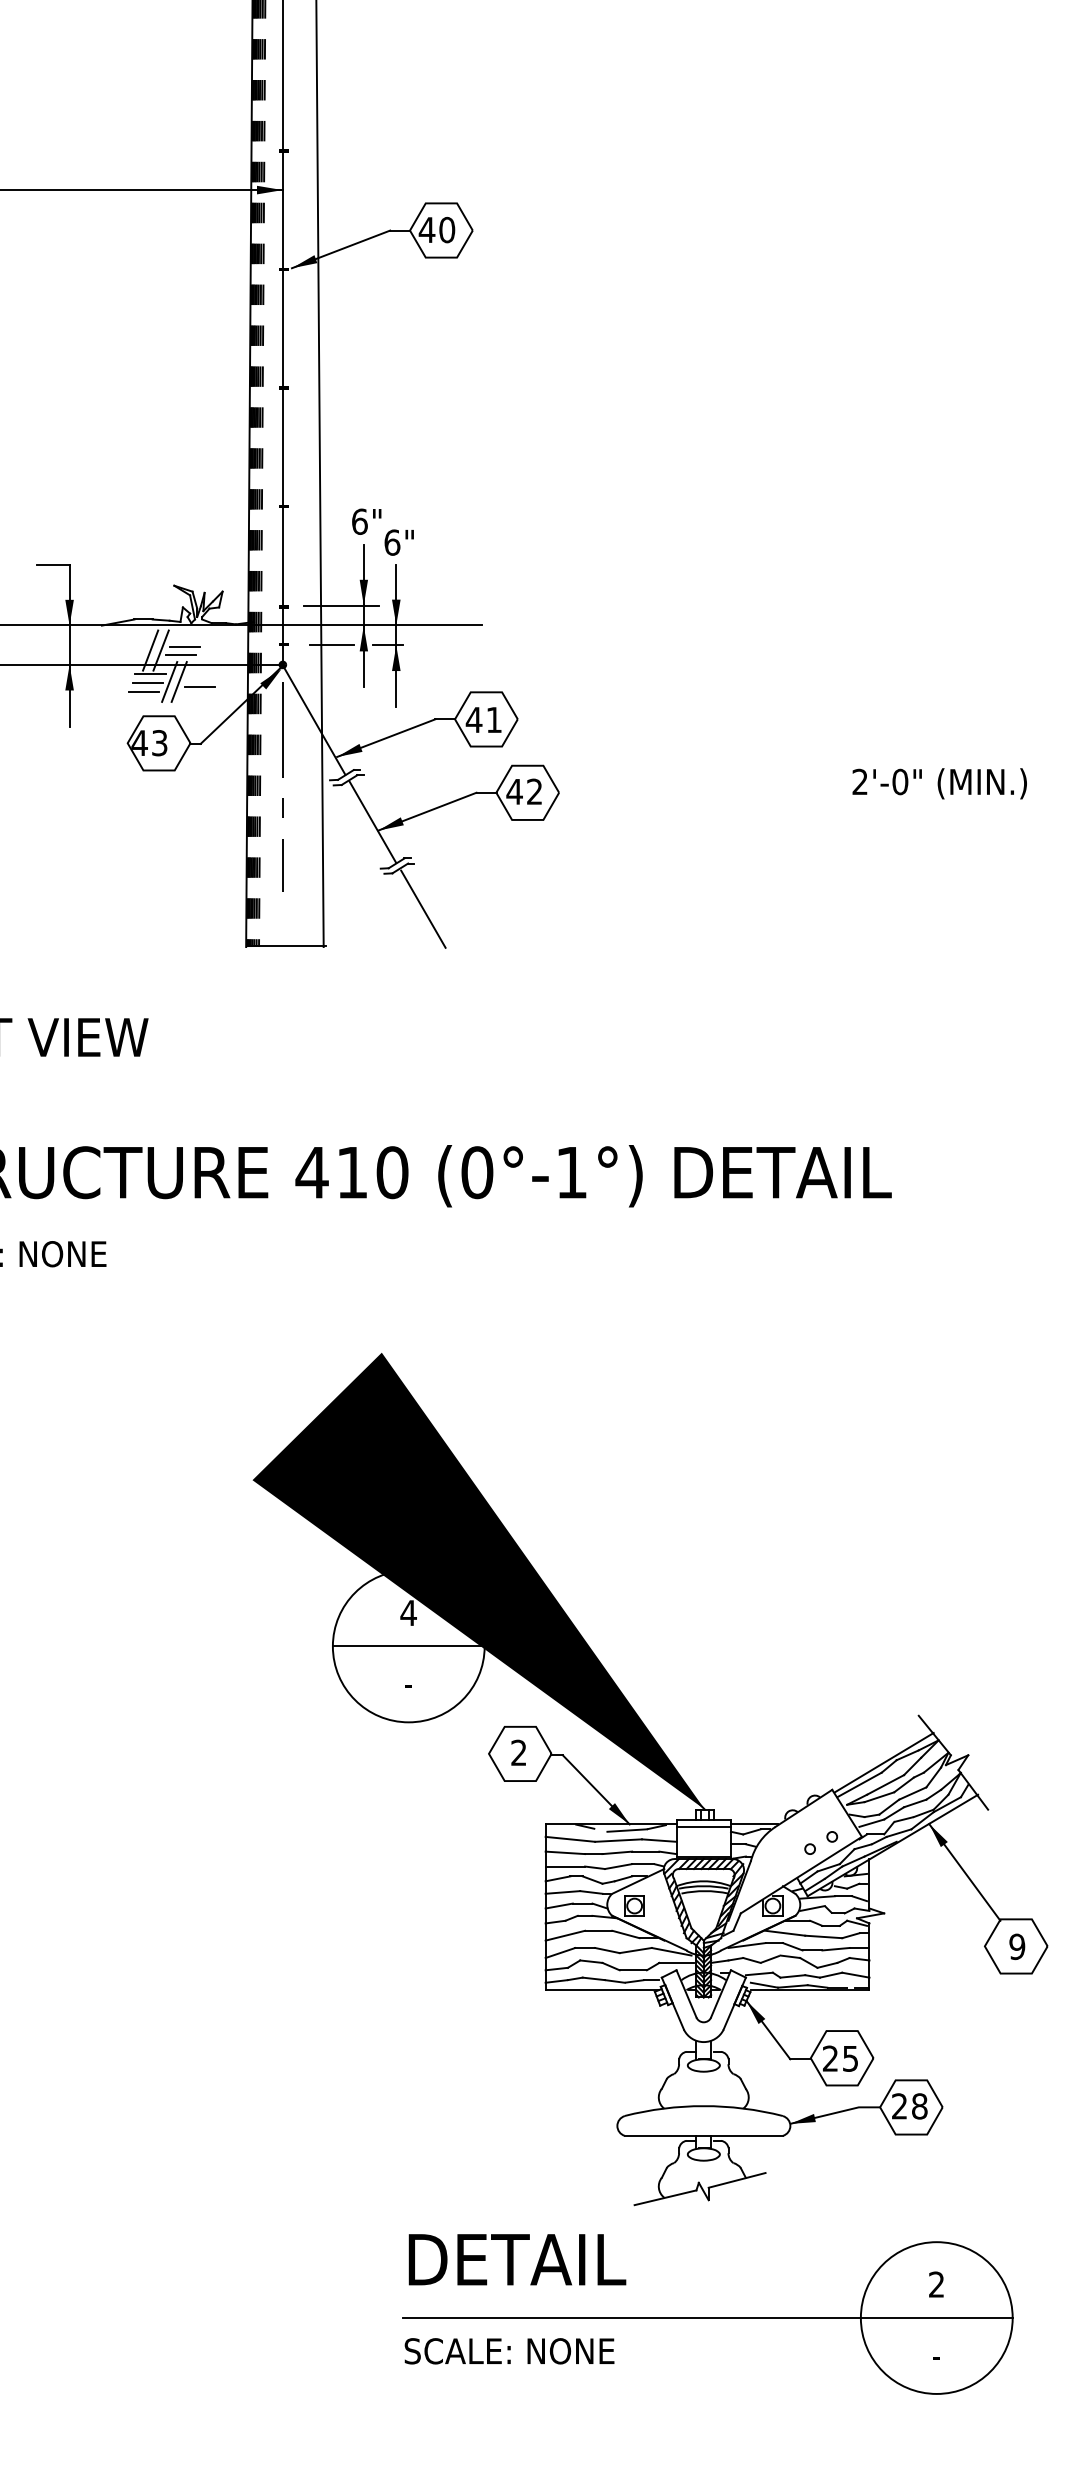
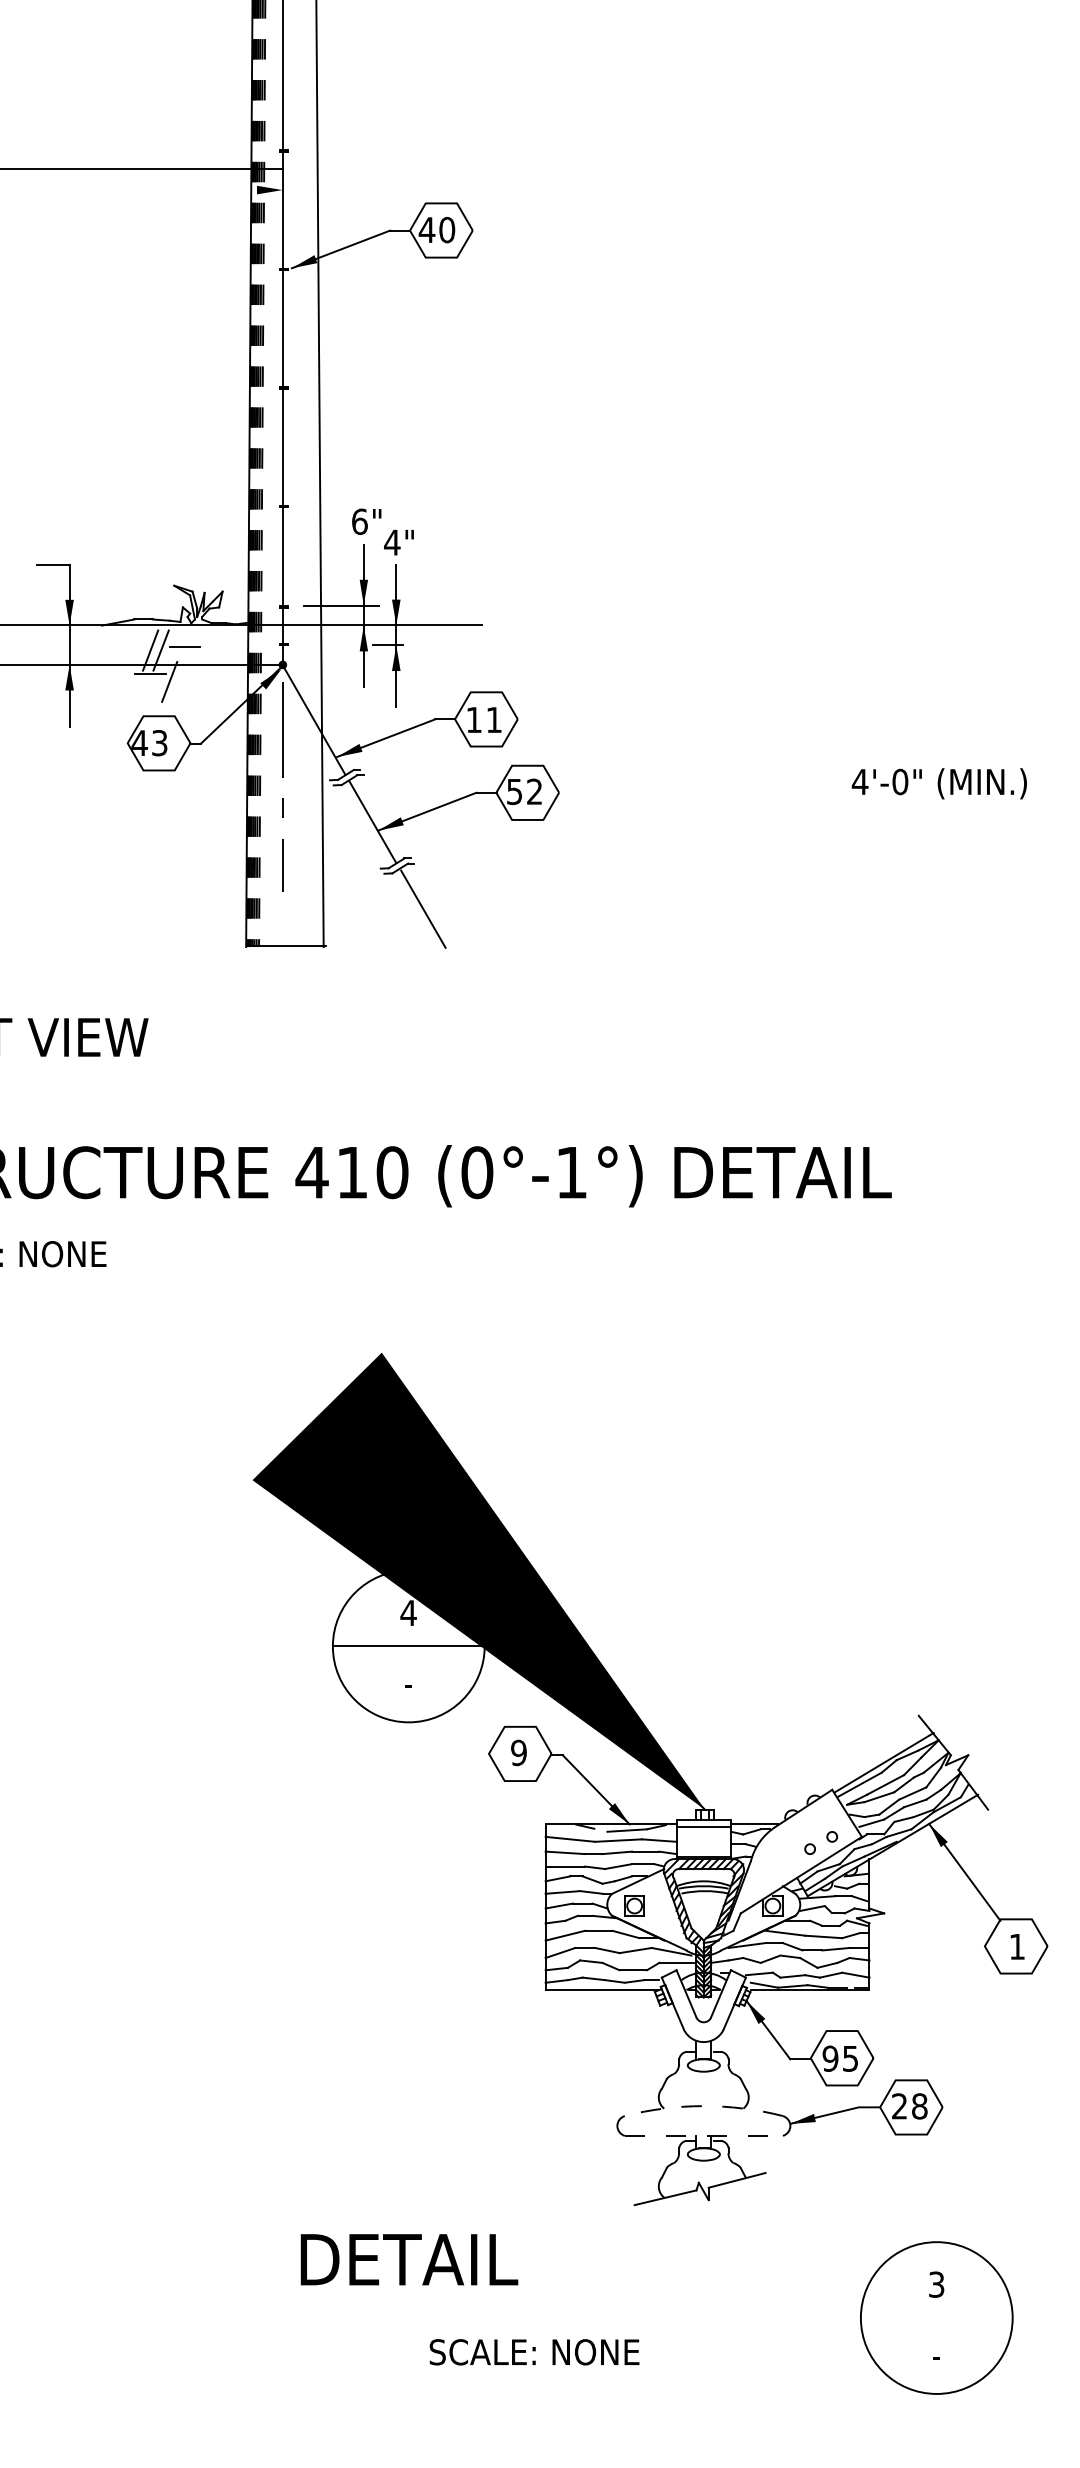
line at (142, 190) position: (142, 190) -> (142, 169)
text at (392, 542): 6" -> 4"
line at (332, 645): present -> none
line at (180, 655): present -> none
line at (178, 681): present -> none
line at (147, 682): present -> none
line at (199, 686): present -> none
line at (143, 691): present -> none
text at (473, 719): 41 -> 11
text at (859, 781): 2'-0" -> 4'-0"
text at (514, 792): 42 -> 52
text at (518, 1752): 2 -> 9
text at (1017, 1946): 9 -> 1
text at (830, 2058): 25 -> 95
arc at (703, 2106): solid -> dashed
line at (704, 2135): solid -> dashed
text at (517, 2259) position: (517, 2259) -> (409, 2259)
text at (936, 2284): 2 -> 3
line at (707, 2318): present -> none
text at (509, 2351) position: (509, 2351) -> (534, 2352)
